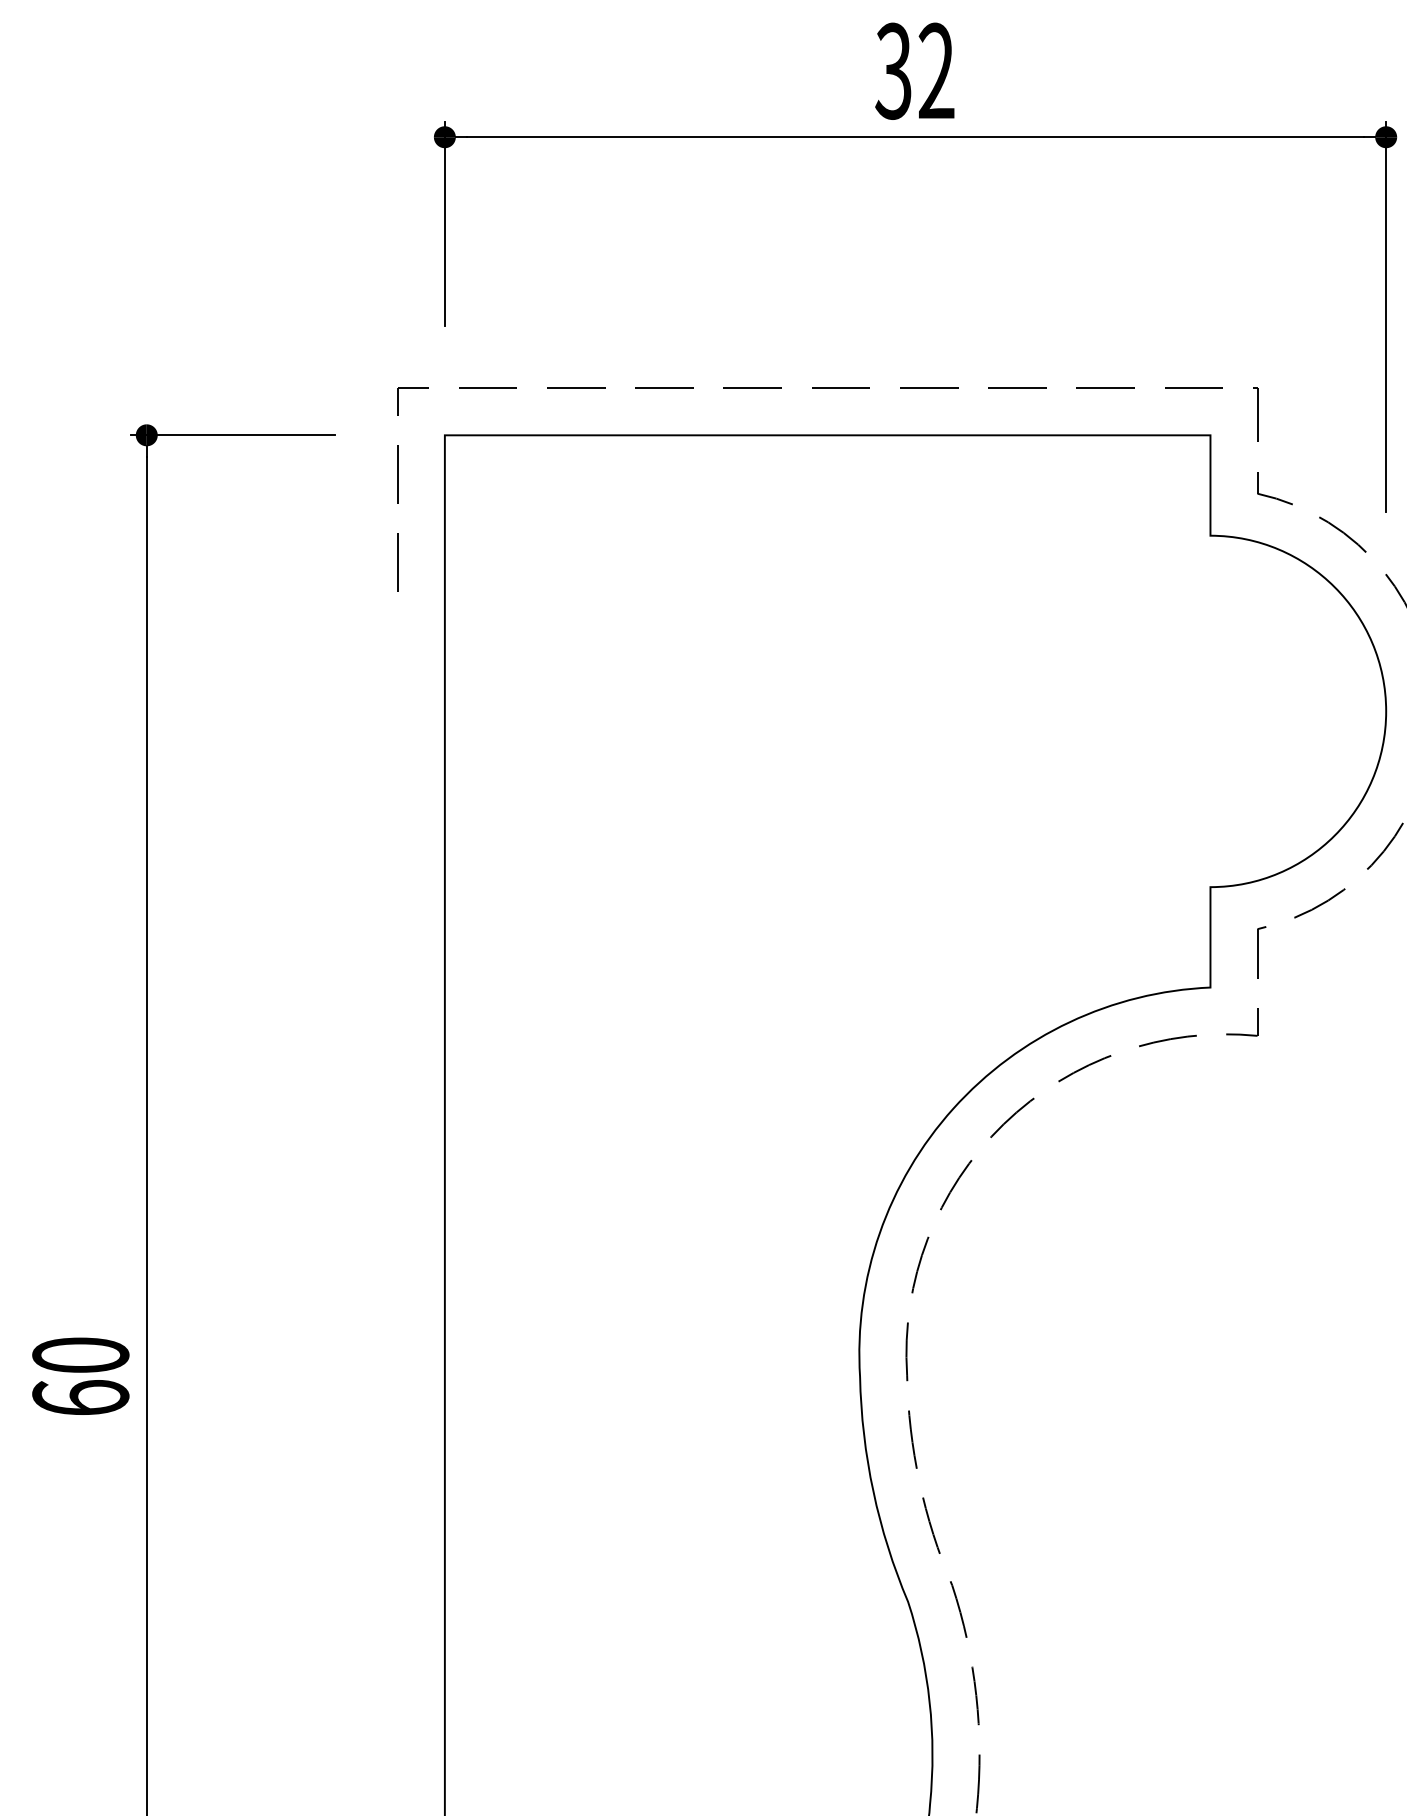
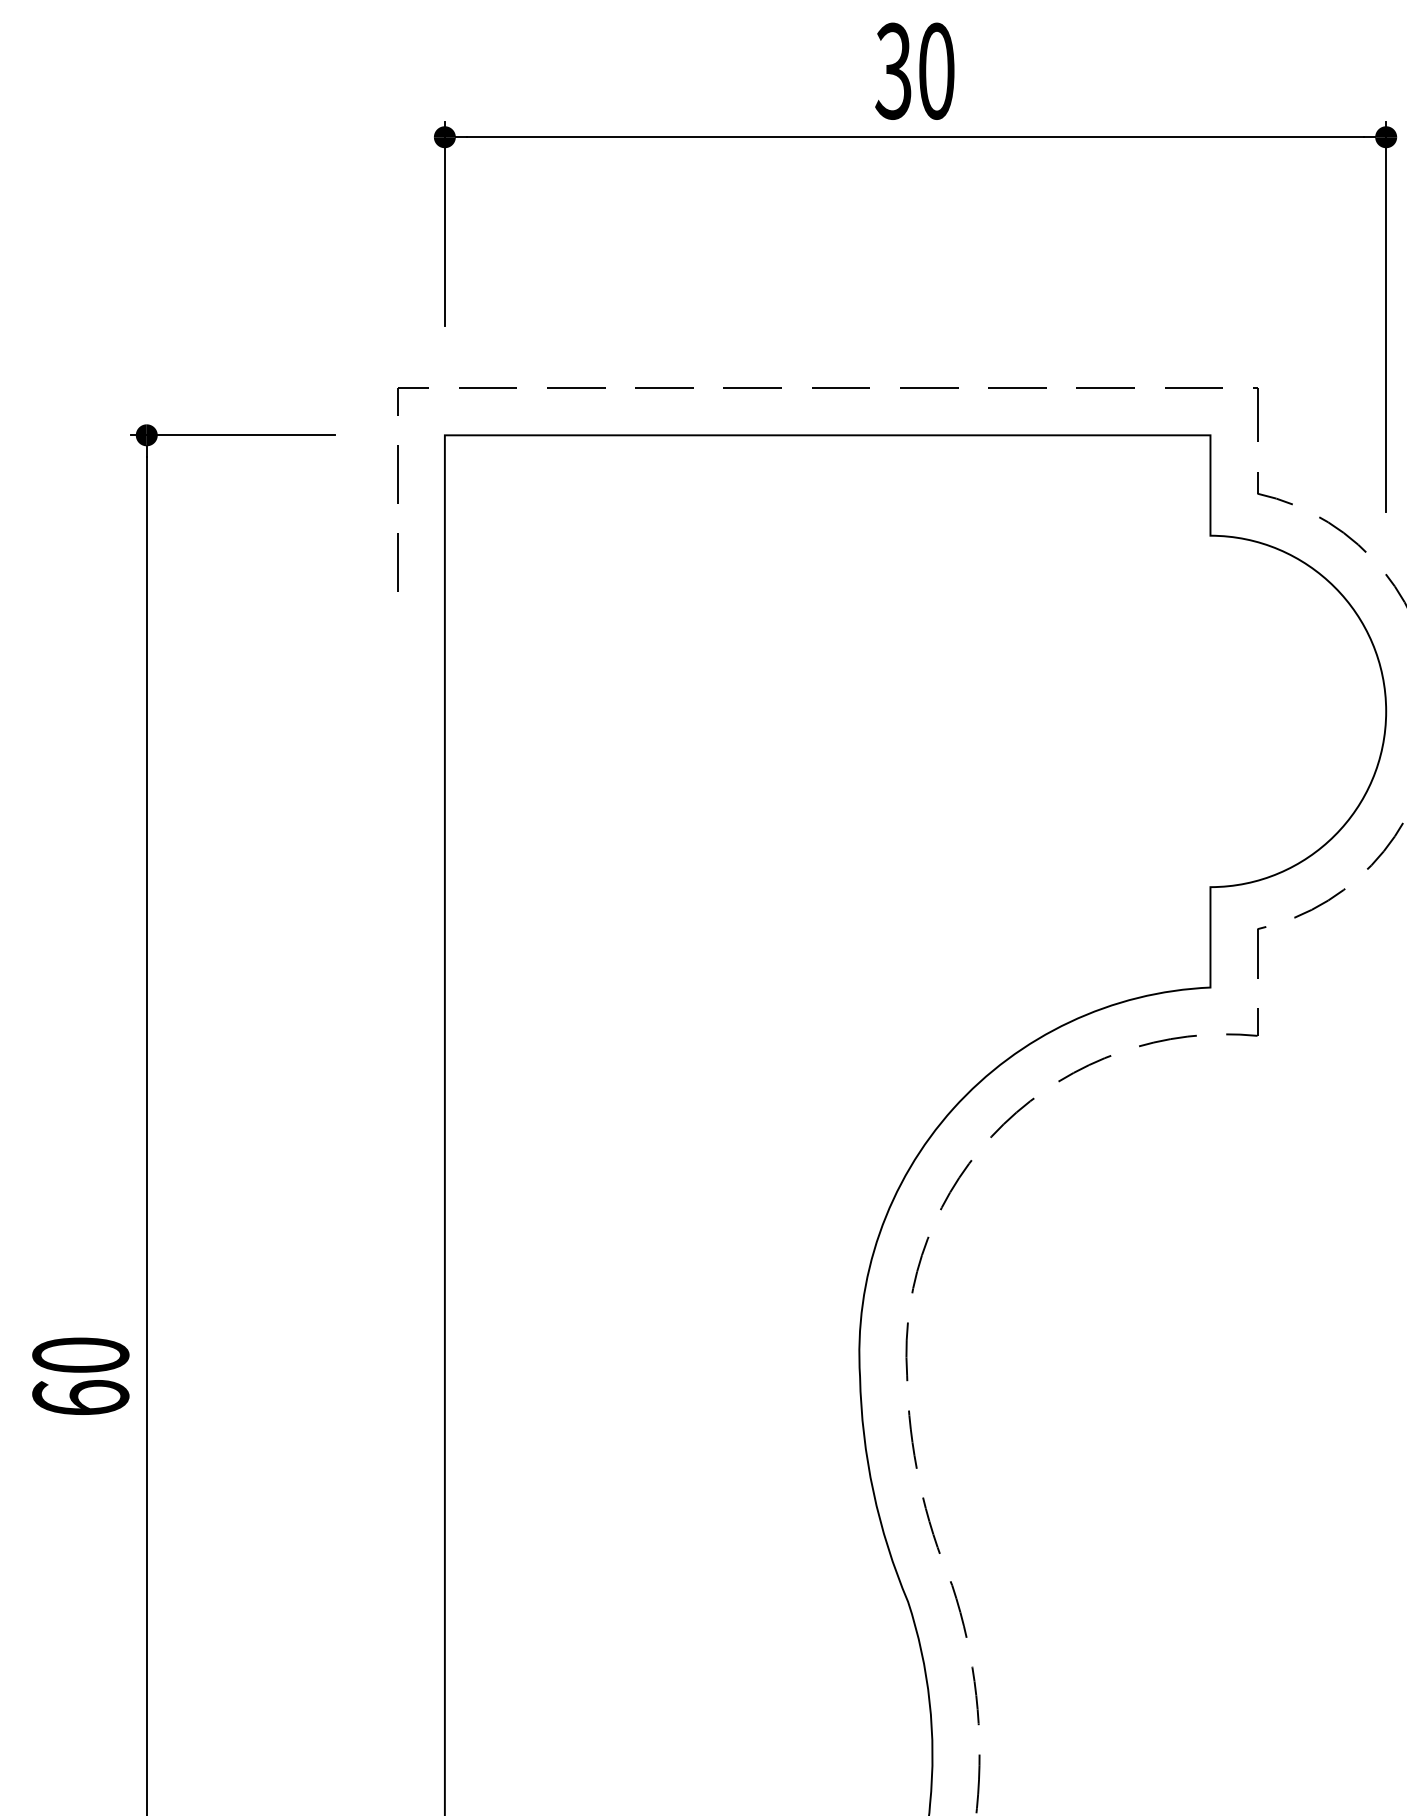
text at (936, 70): 32 -> 30
